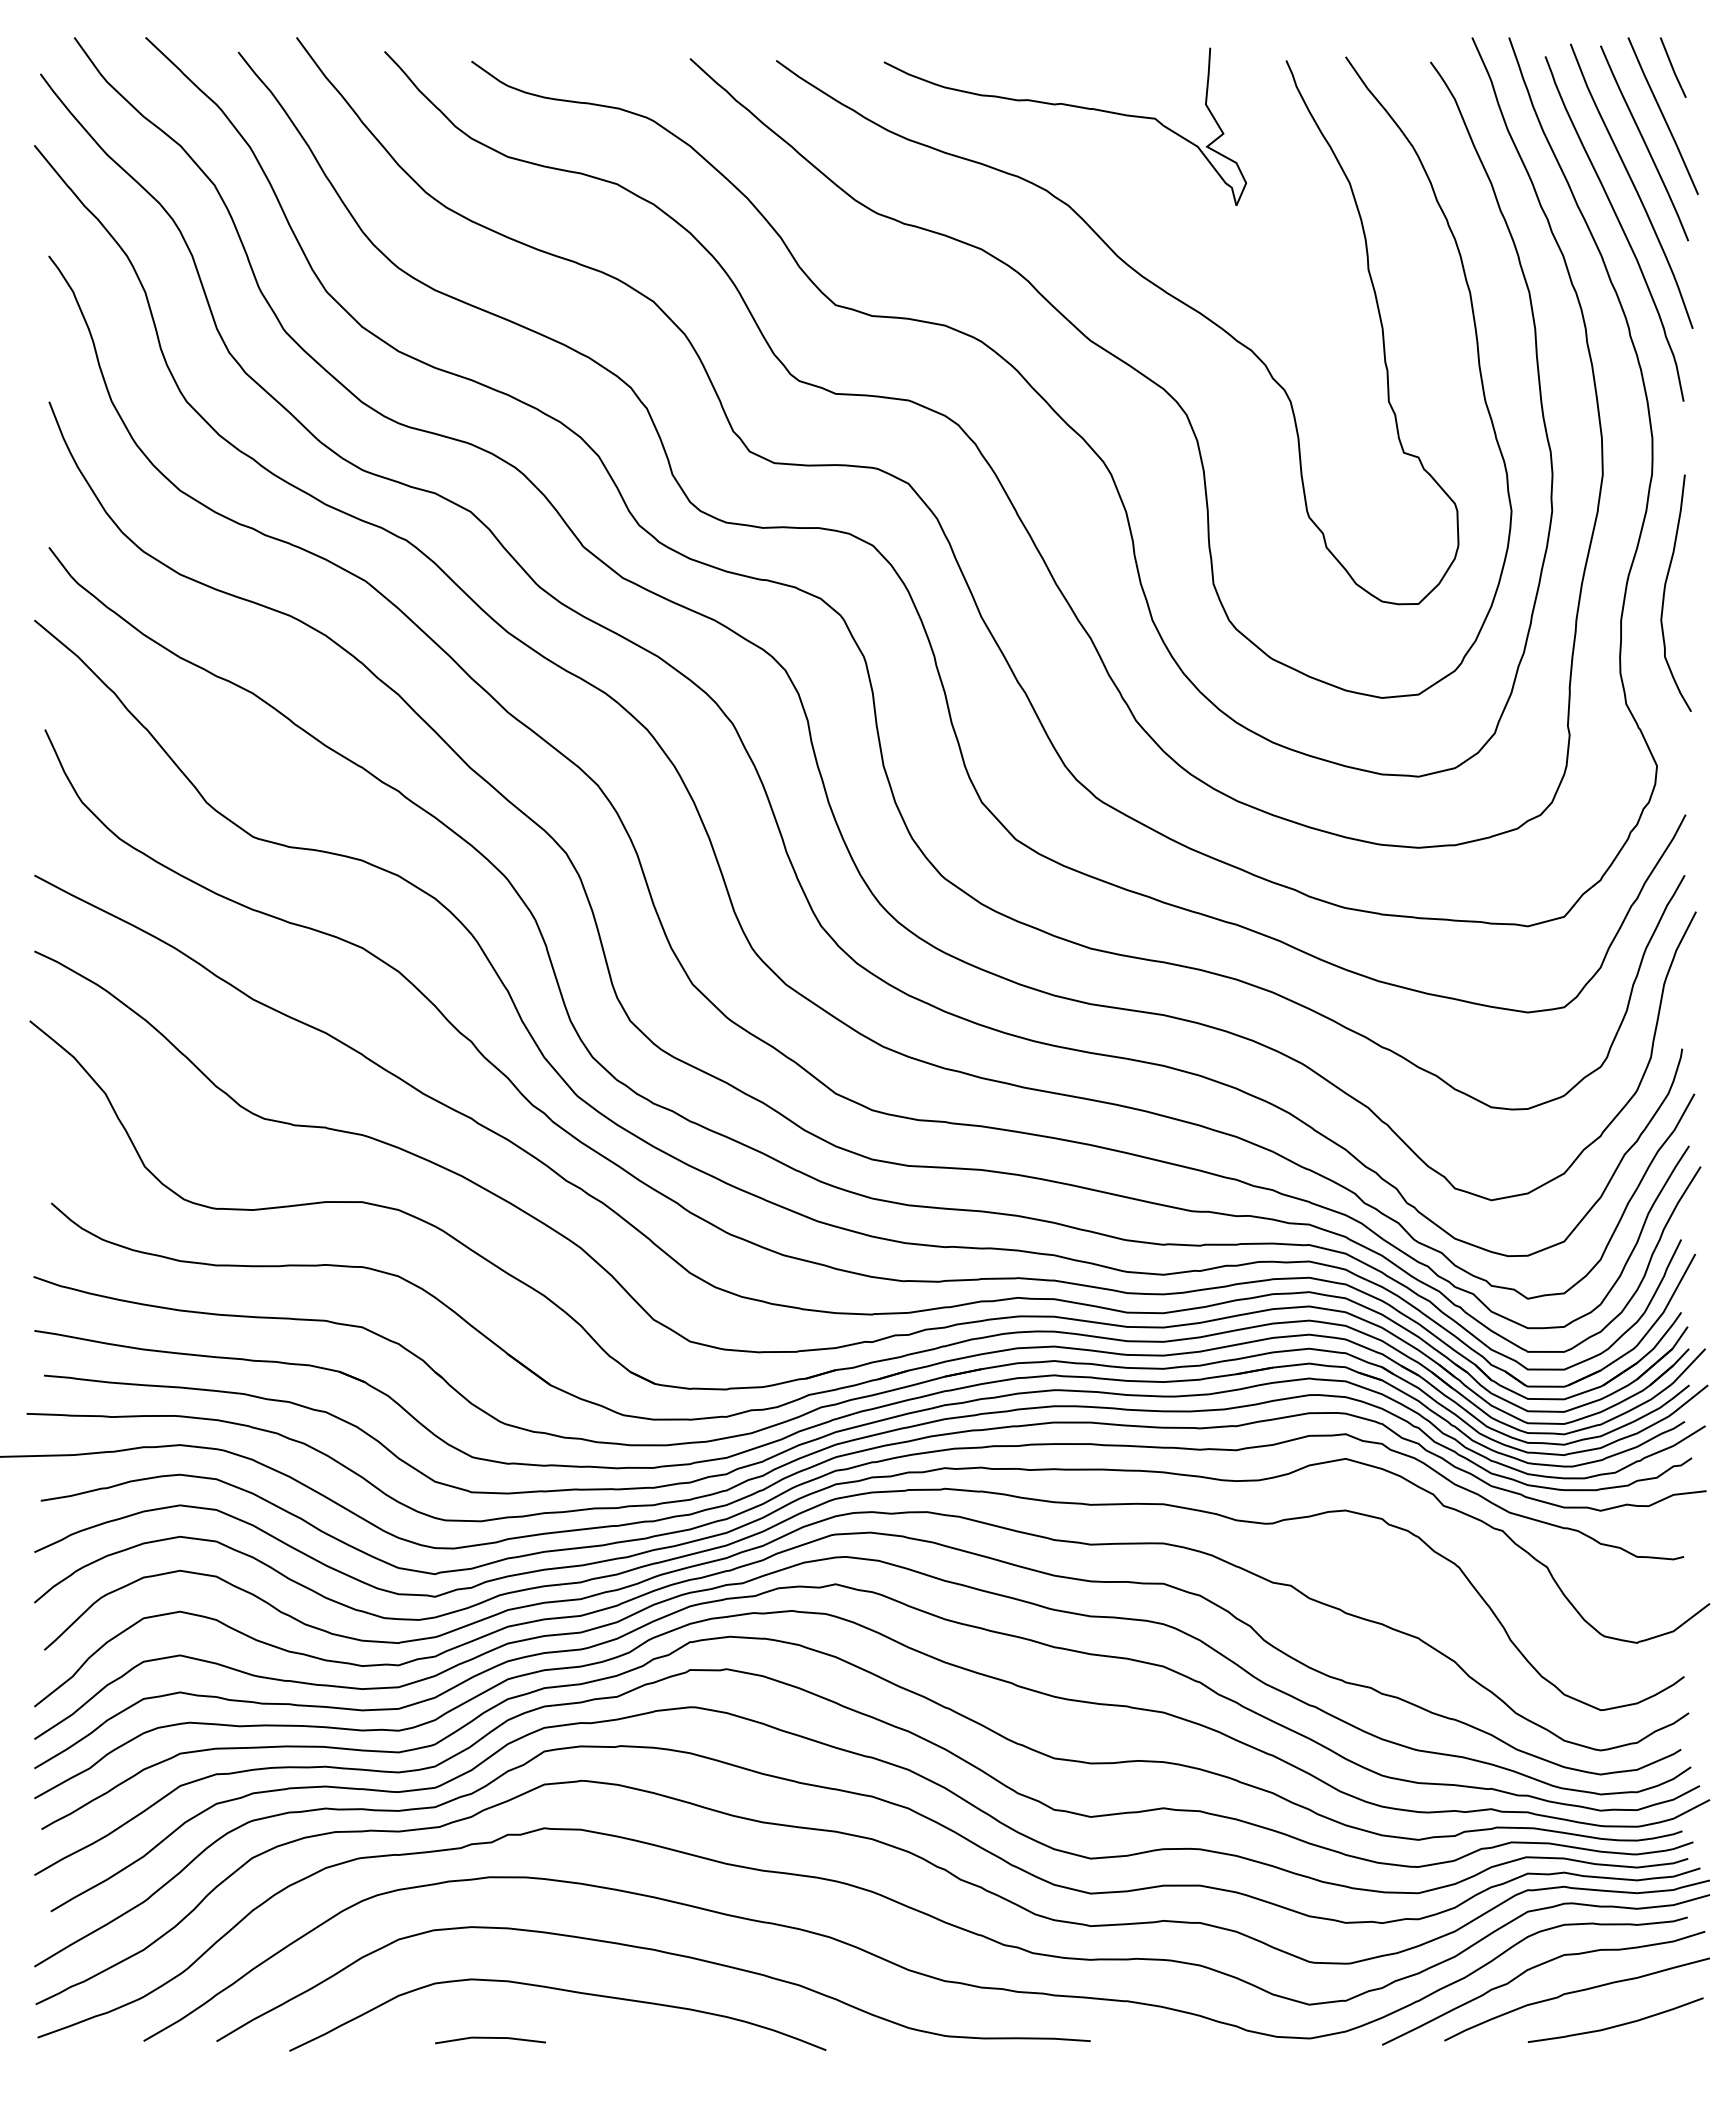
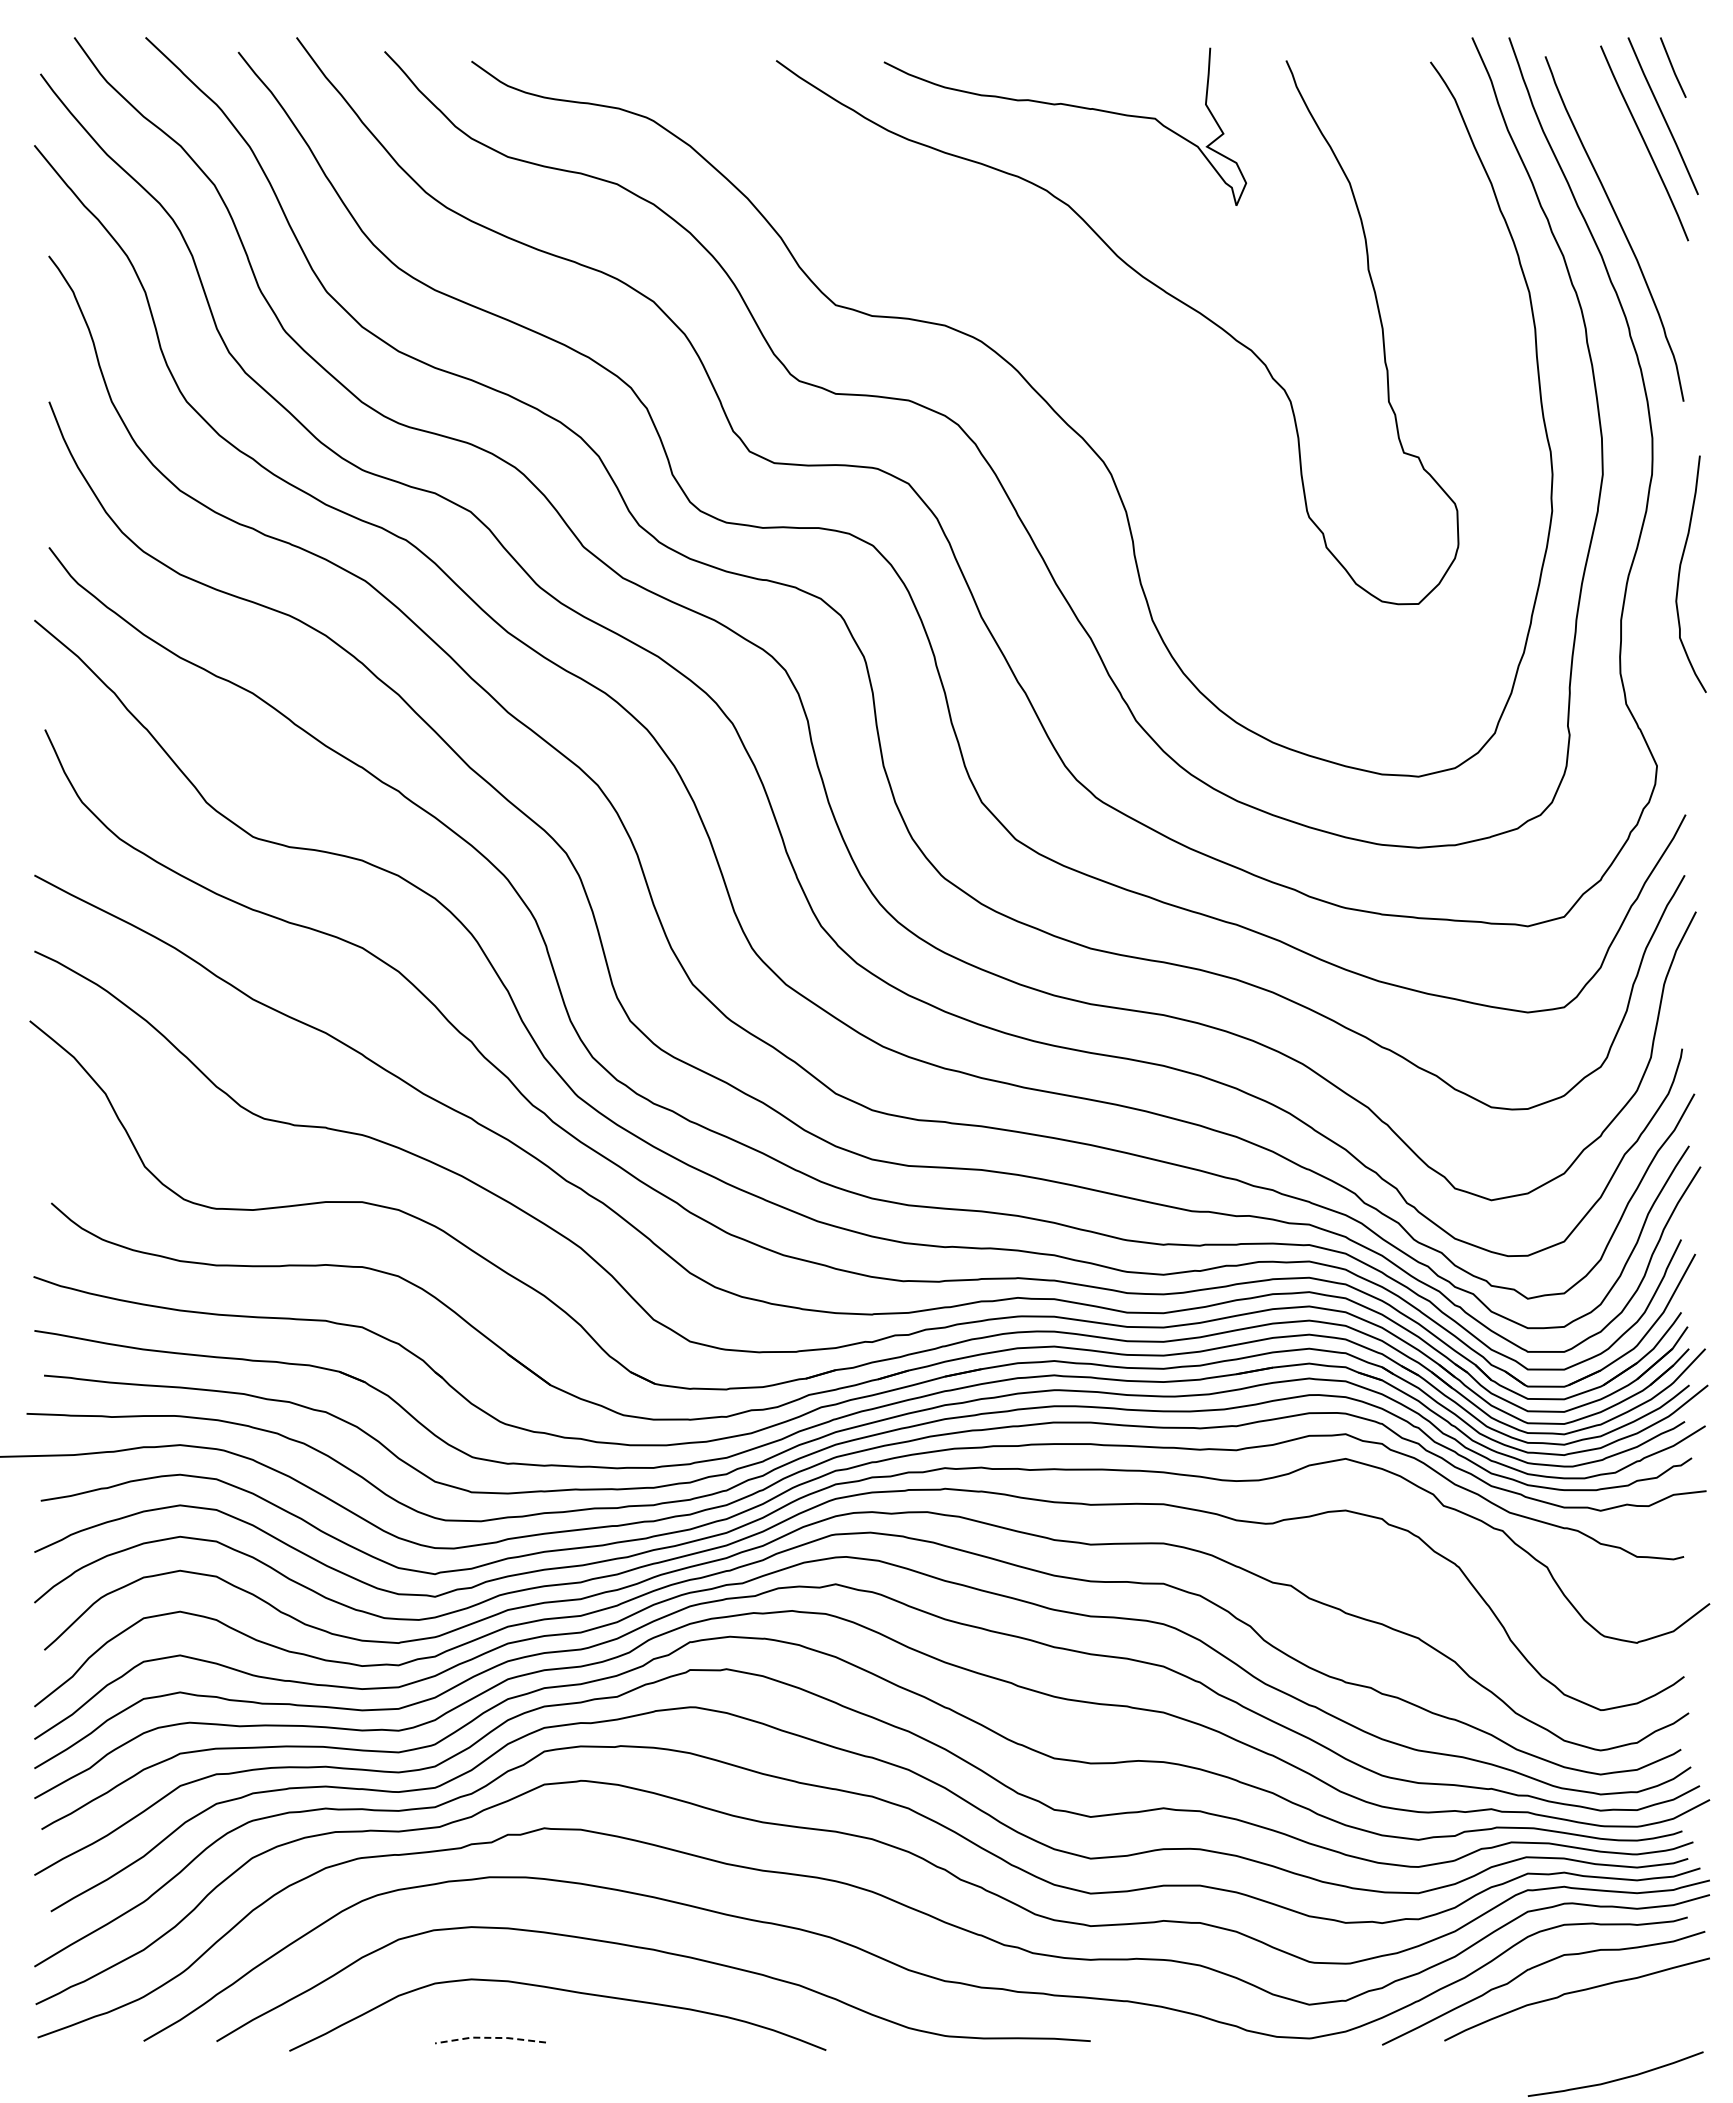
curve at (1632, 184): present -> none
curve at (1114, 357): present -> none
curve at (1665, 592) position: (1665, 592) -> (1680, 573)
curve at (1618, 2024) position: (1618, 2024) -> (1618, 2078)
line at (490, 2037): solid -> dashed
